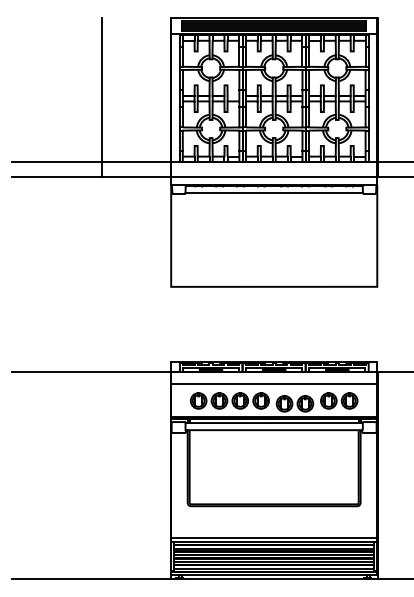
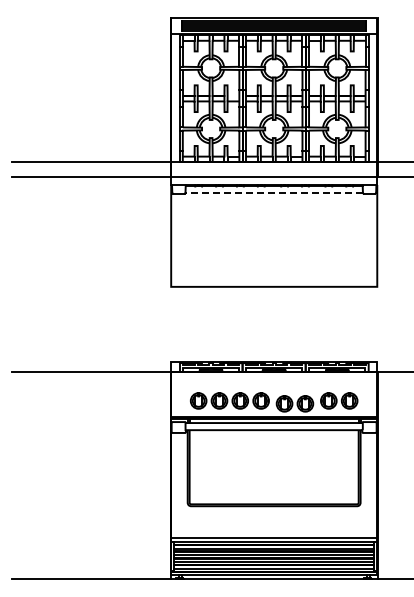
line at (102, 97): present -> none
line at (274, 192): solid -> dashed
line at (274, 383): present -> none
